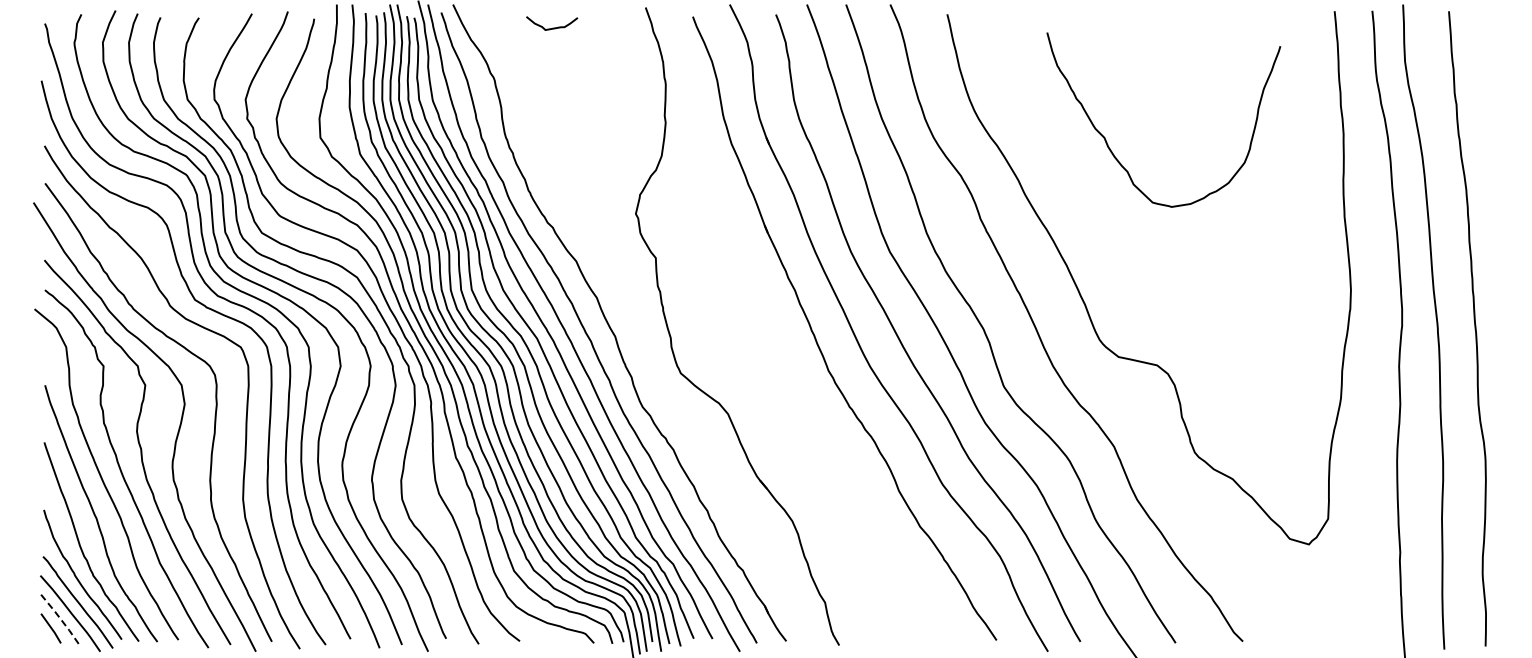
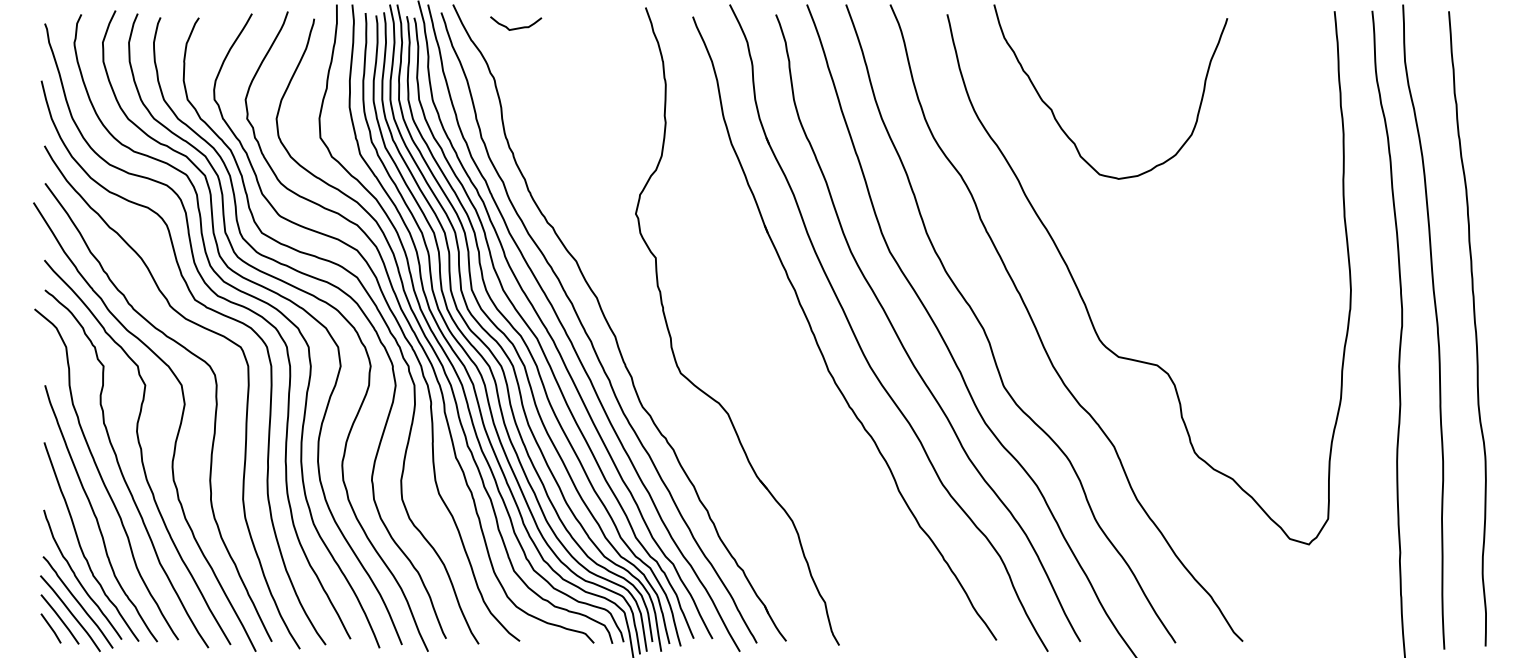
curve at (552, 27) position: (552, 27) -> (516, 27)
curve at (1112, 151) position: (1112, 151) -> (1059, 123)
line at (60, 619): dashed -> solid
